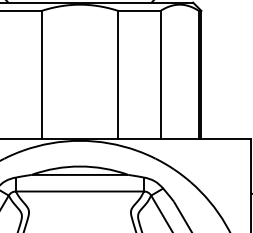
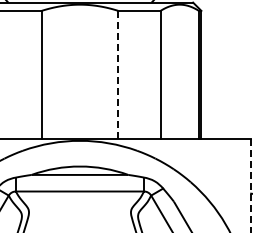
line at (118, 74): solid -> dashed
line at (251, 185): solid -> dashed
